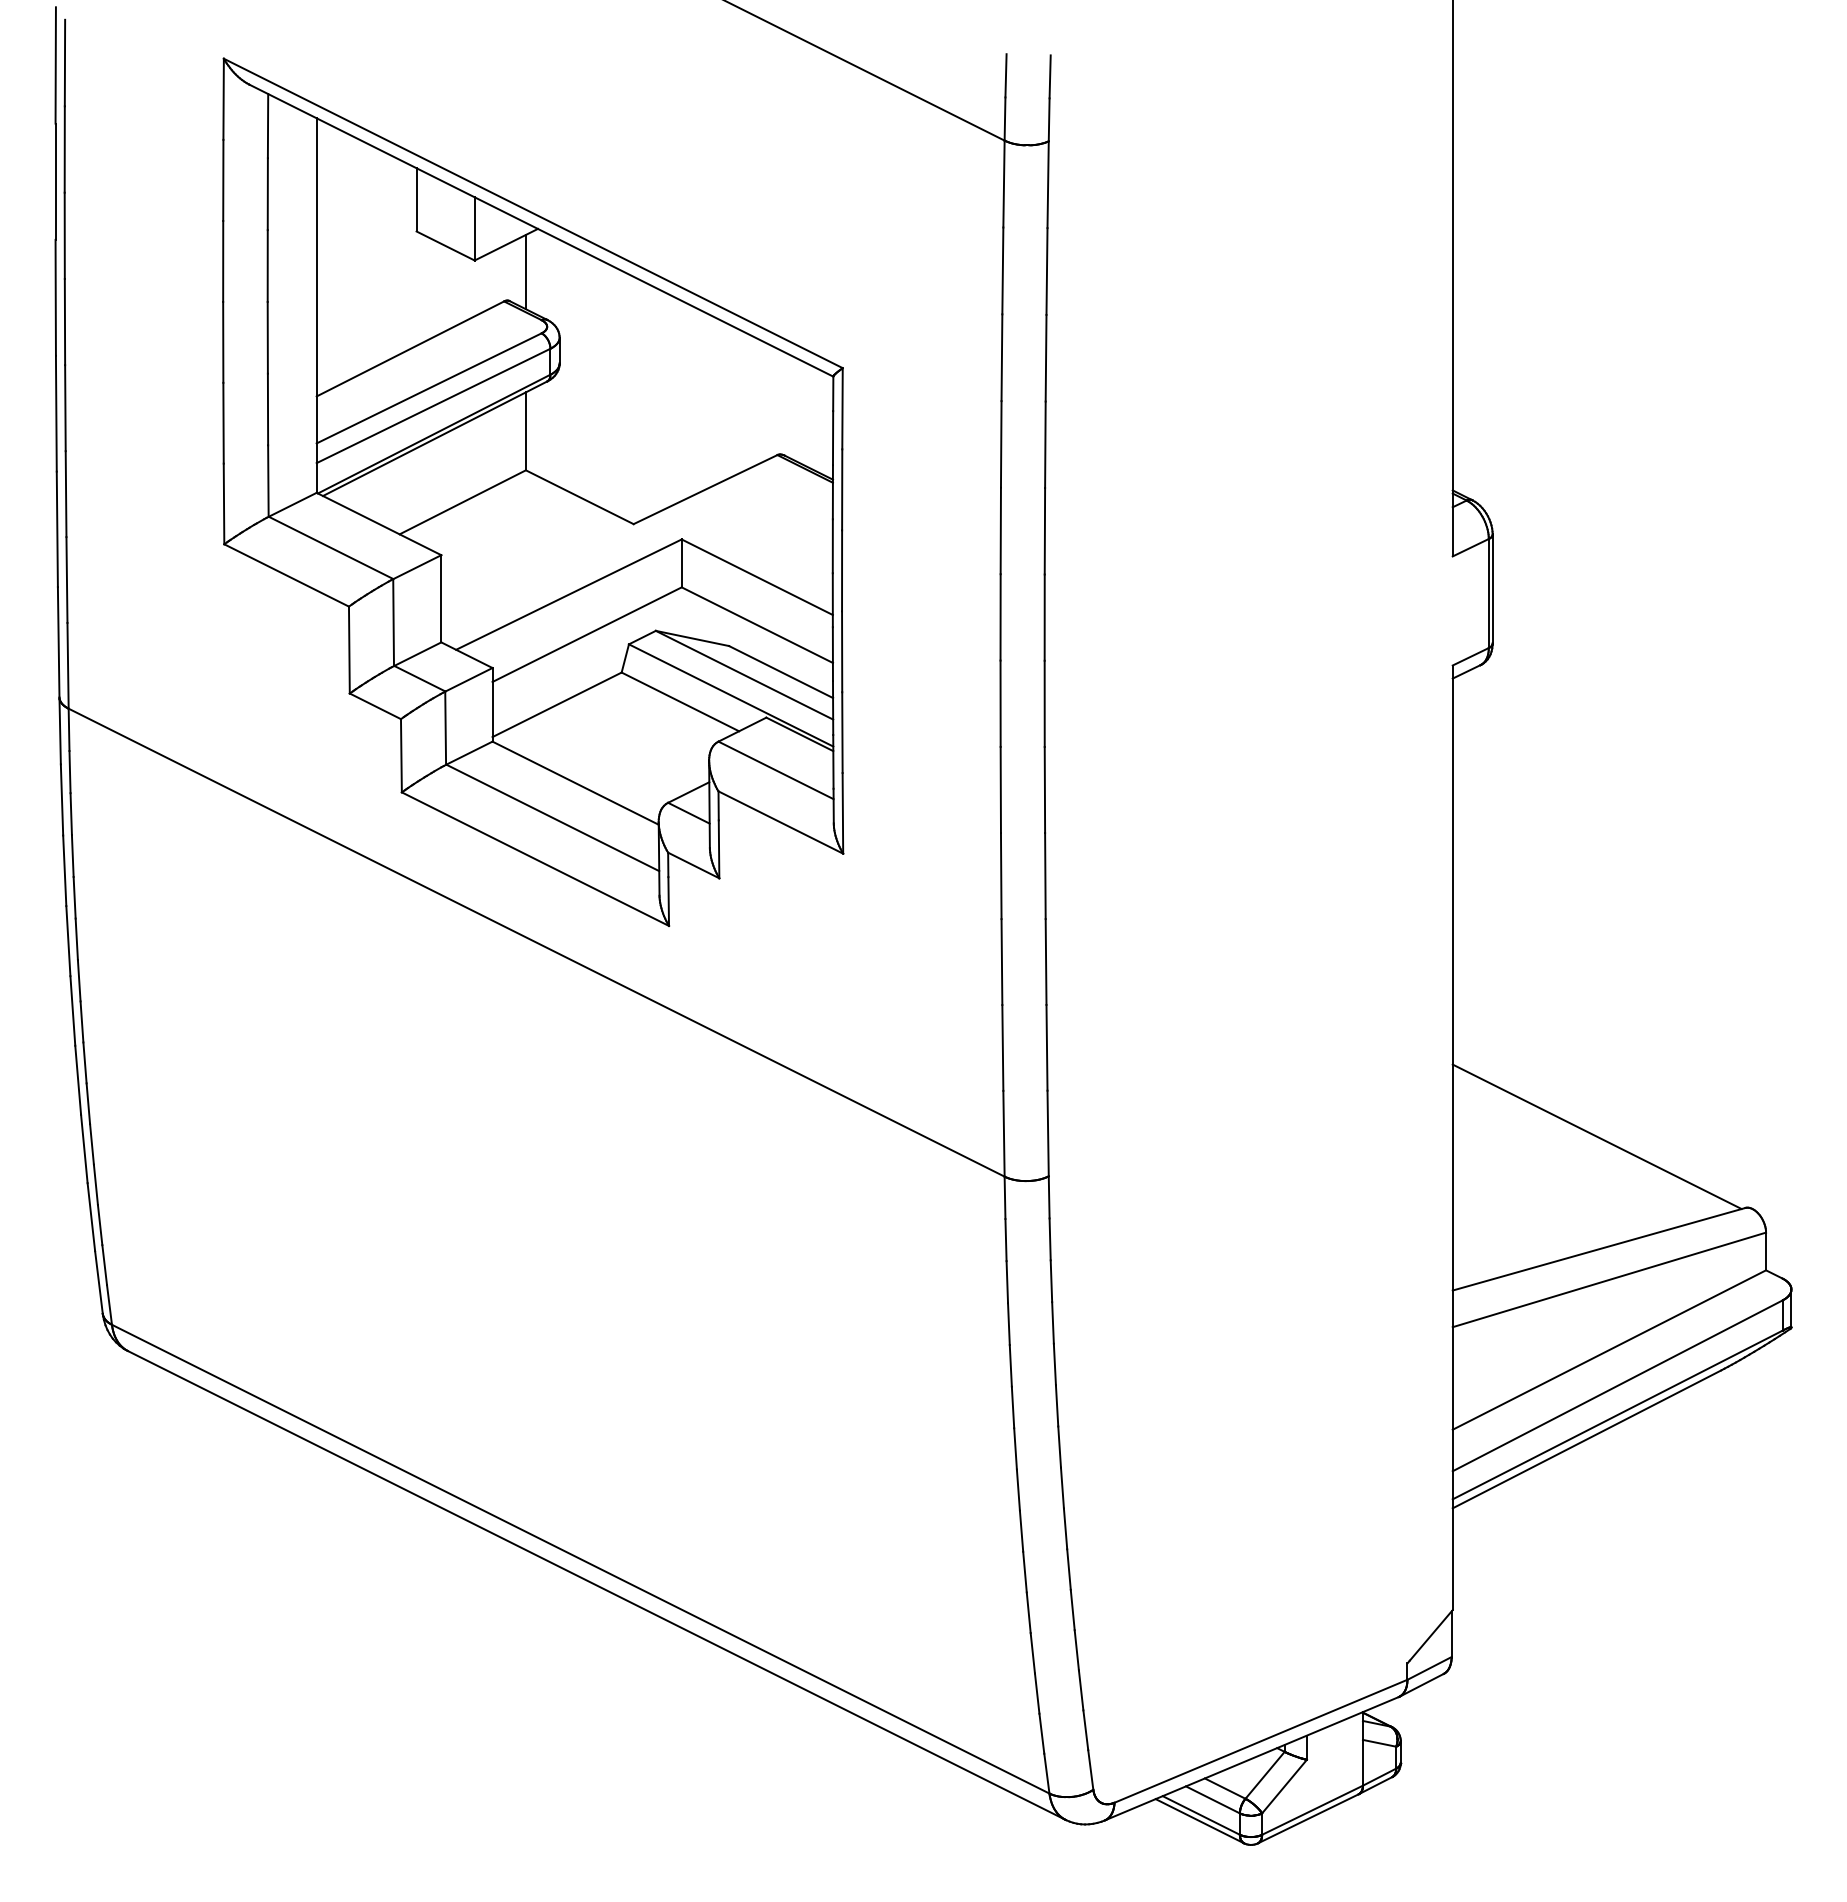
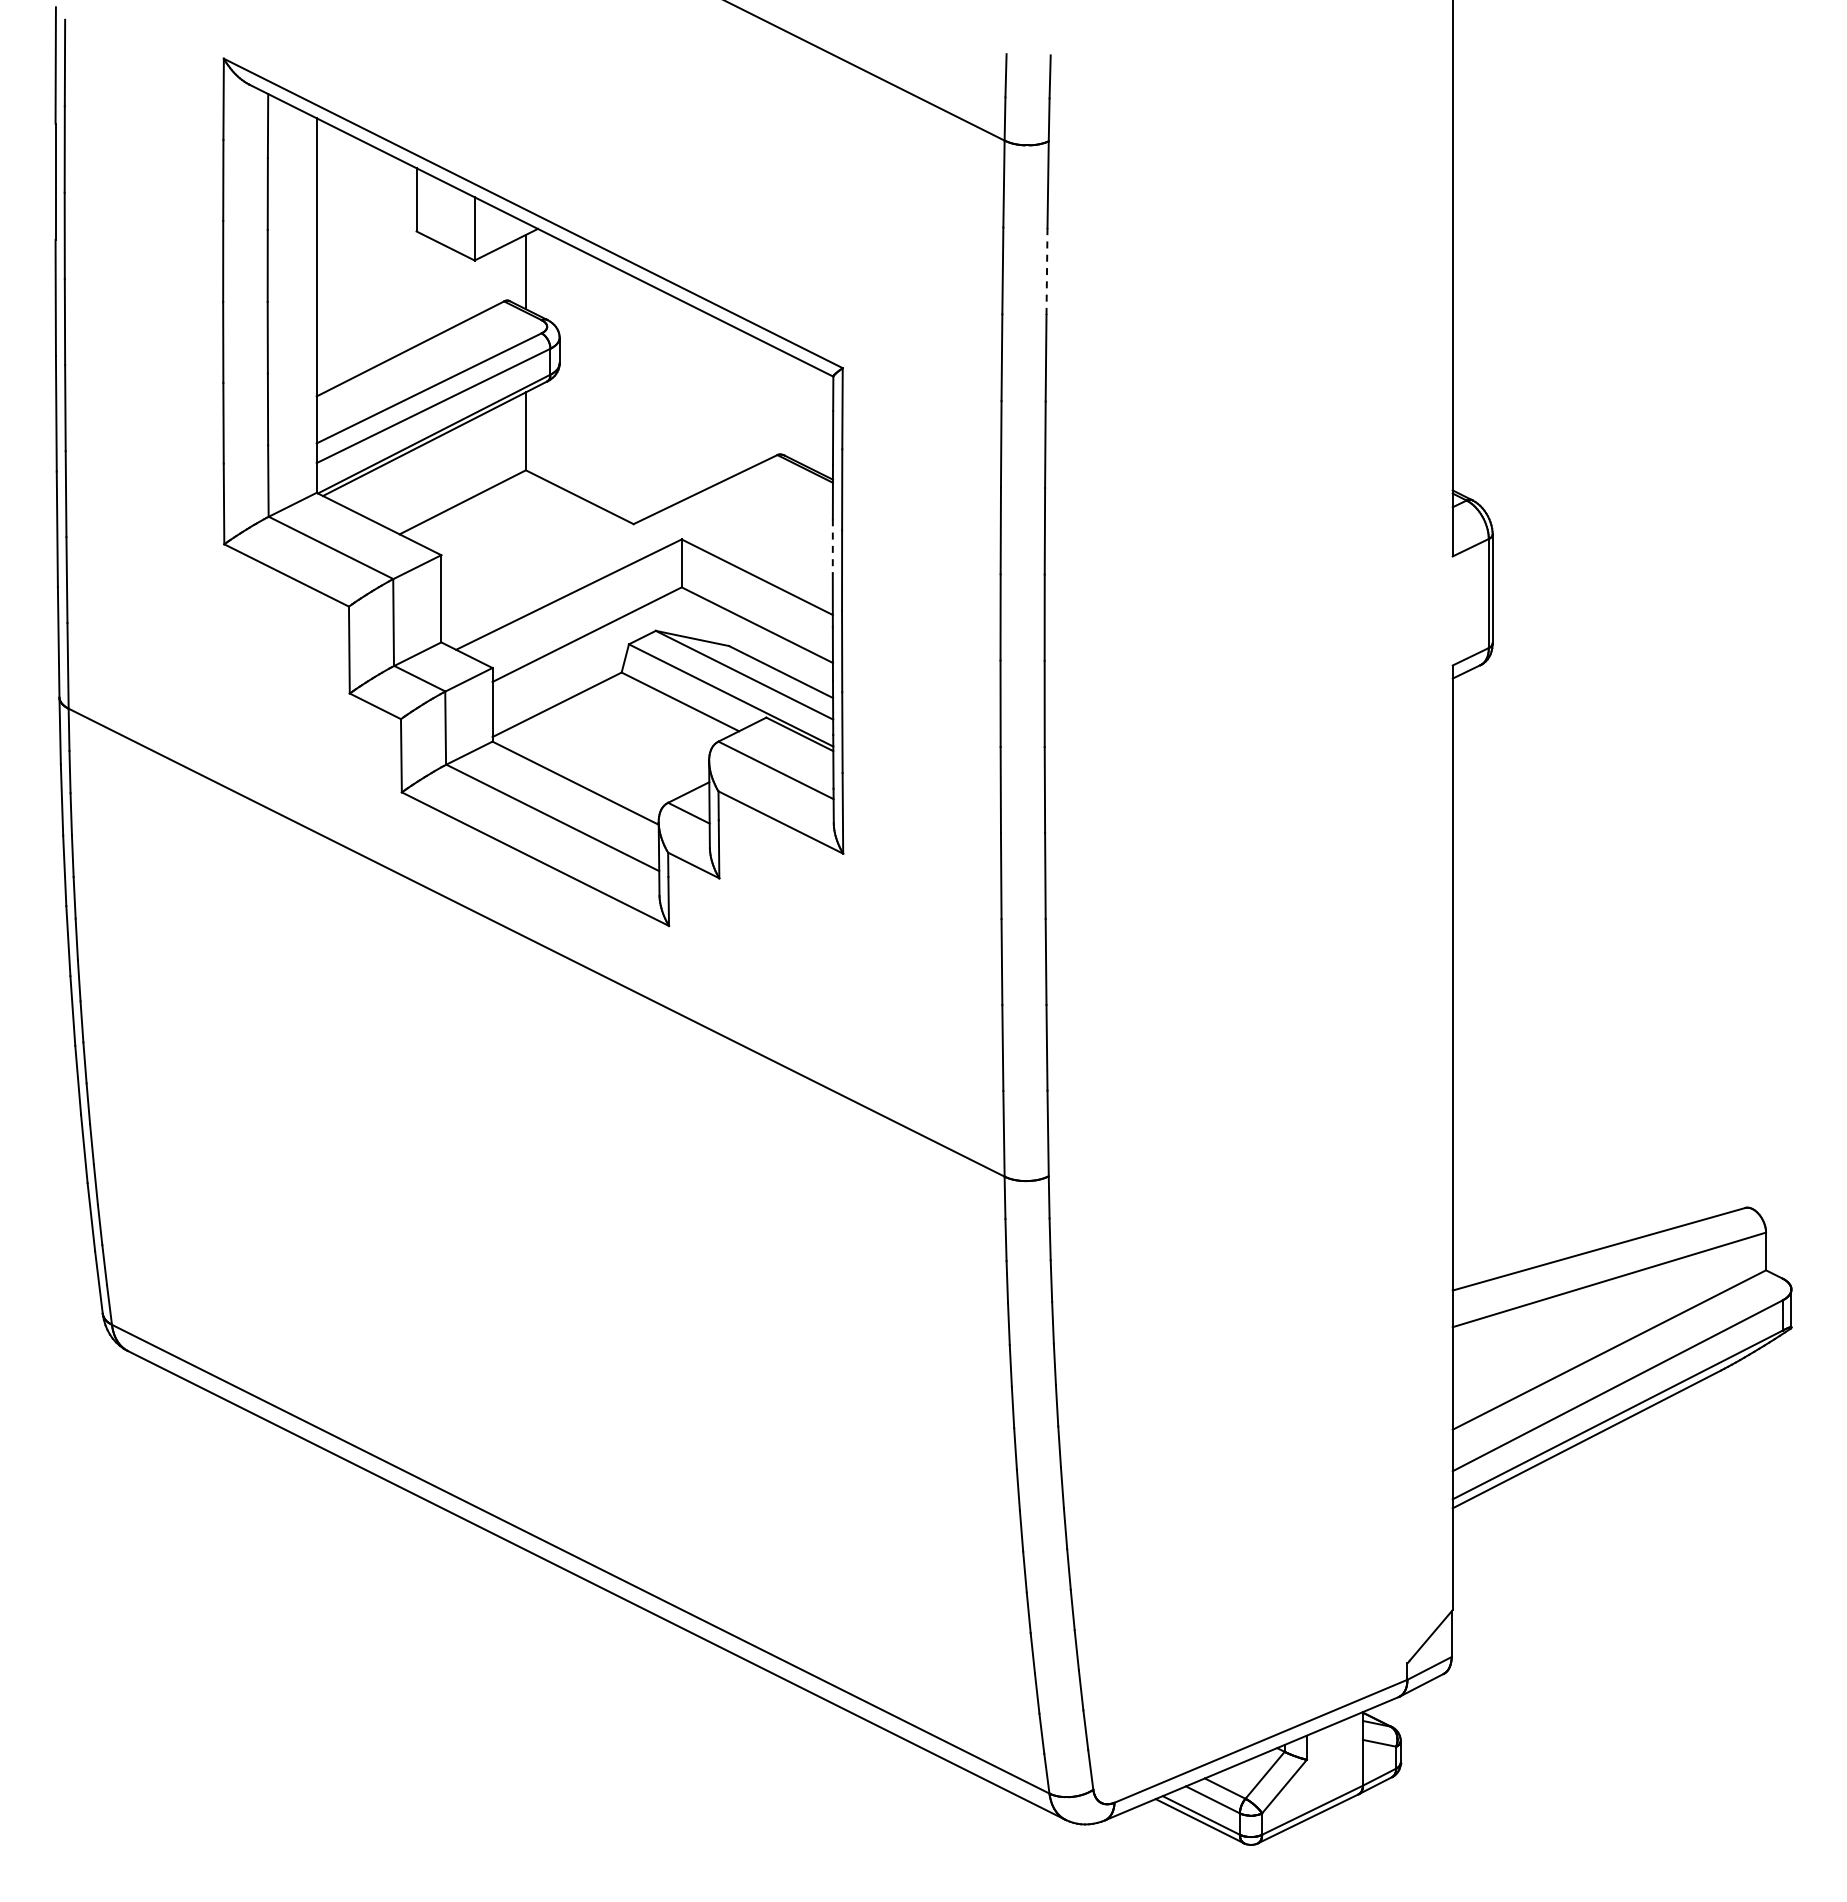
line at (1046, 272): solid -> dashed
line at (832, 546): solid -> dashed
line at (1596, 1136): present -> none
